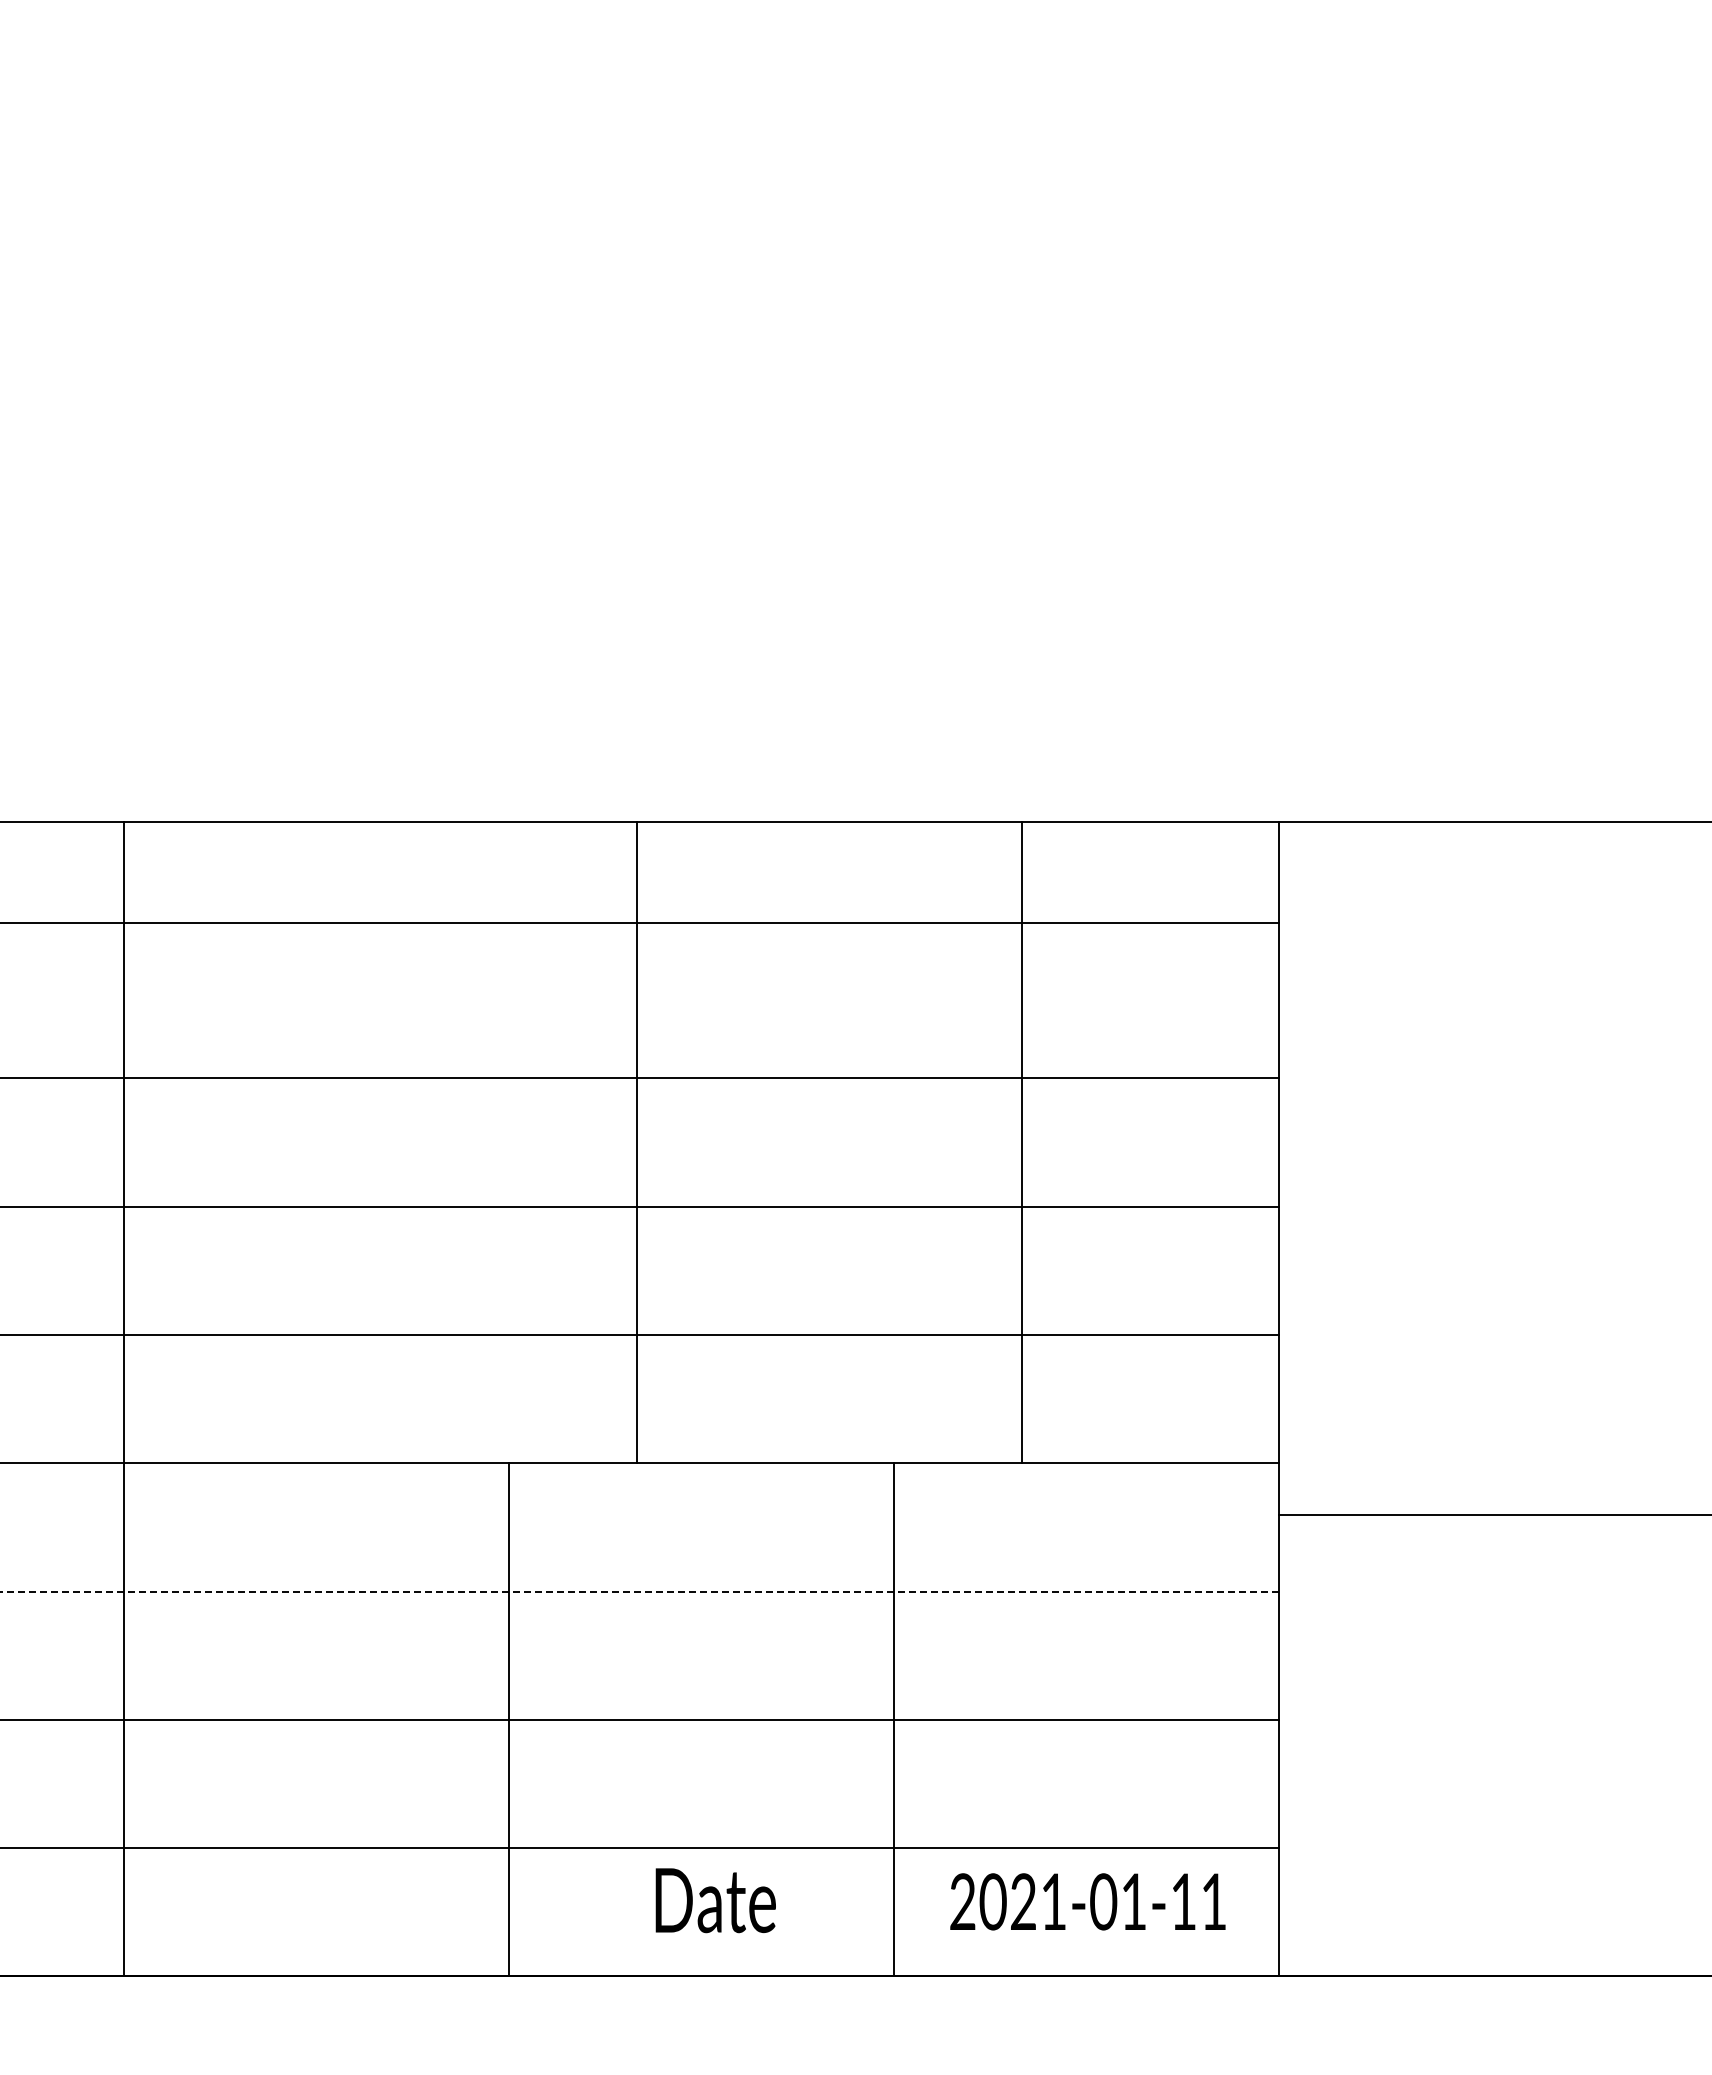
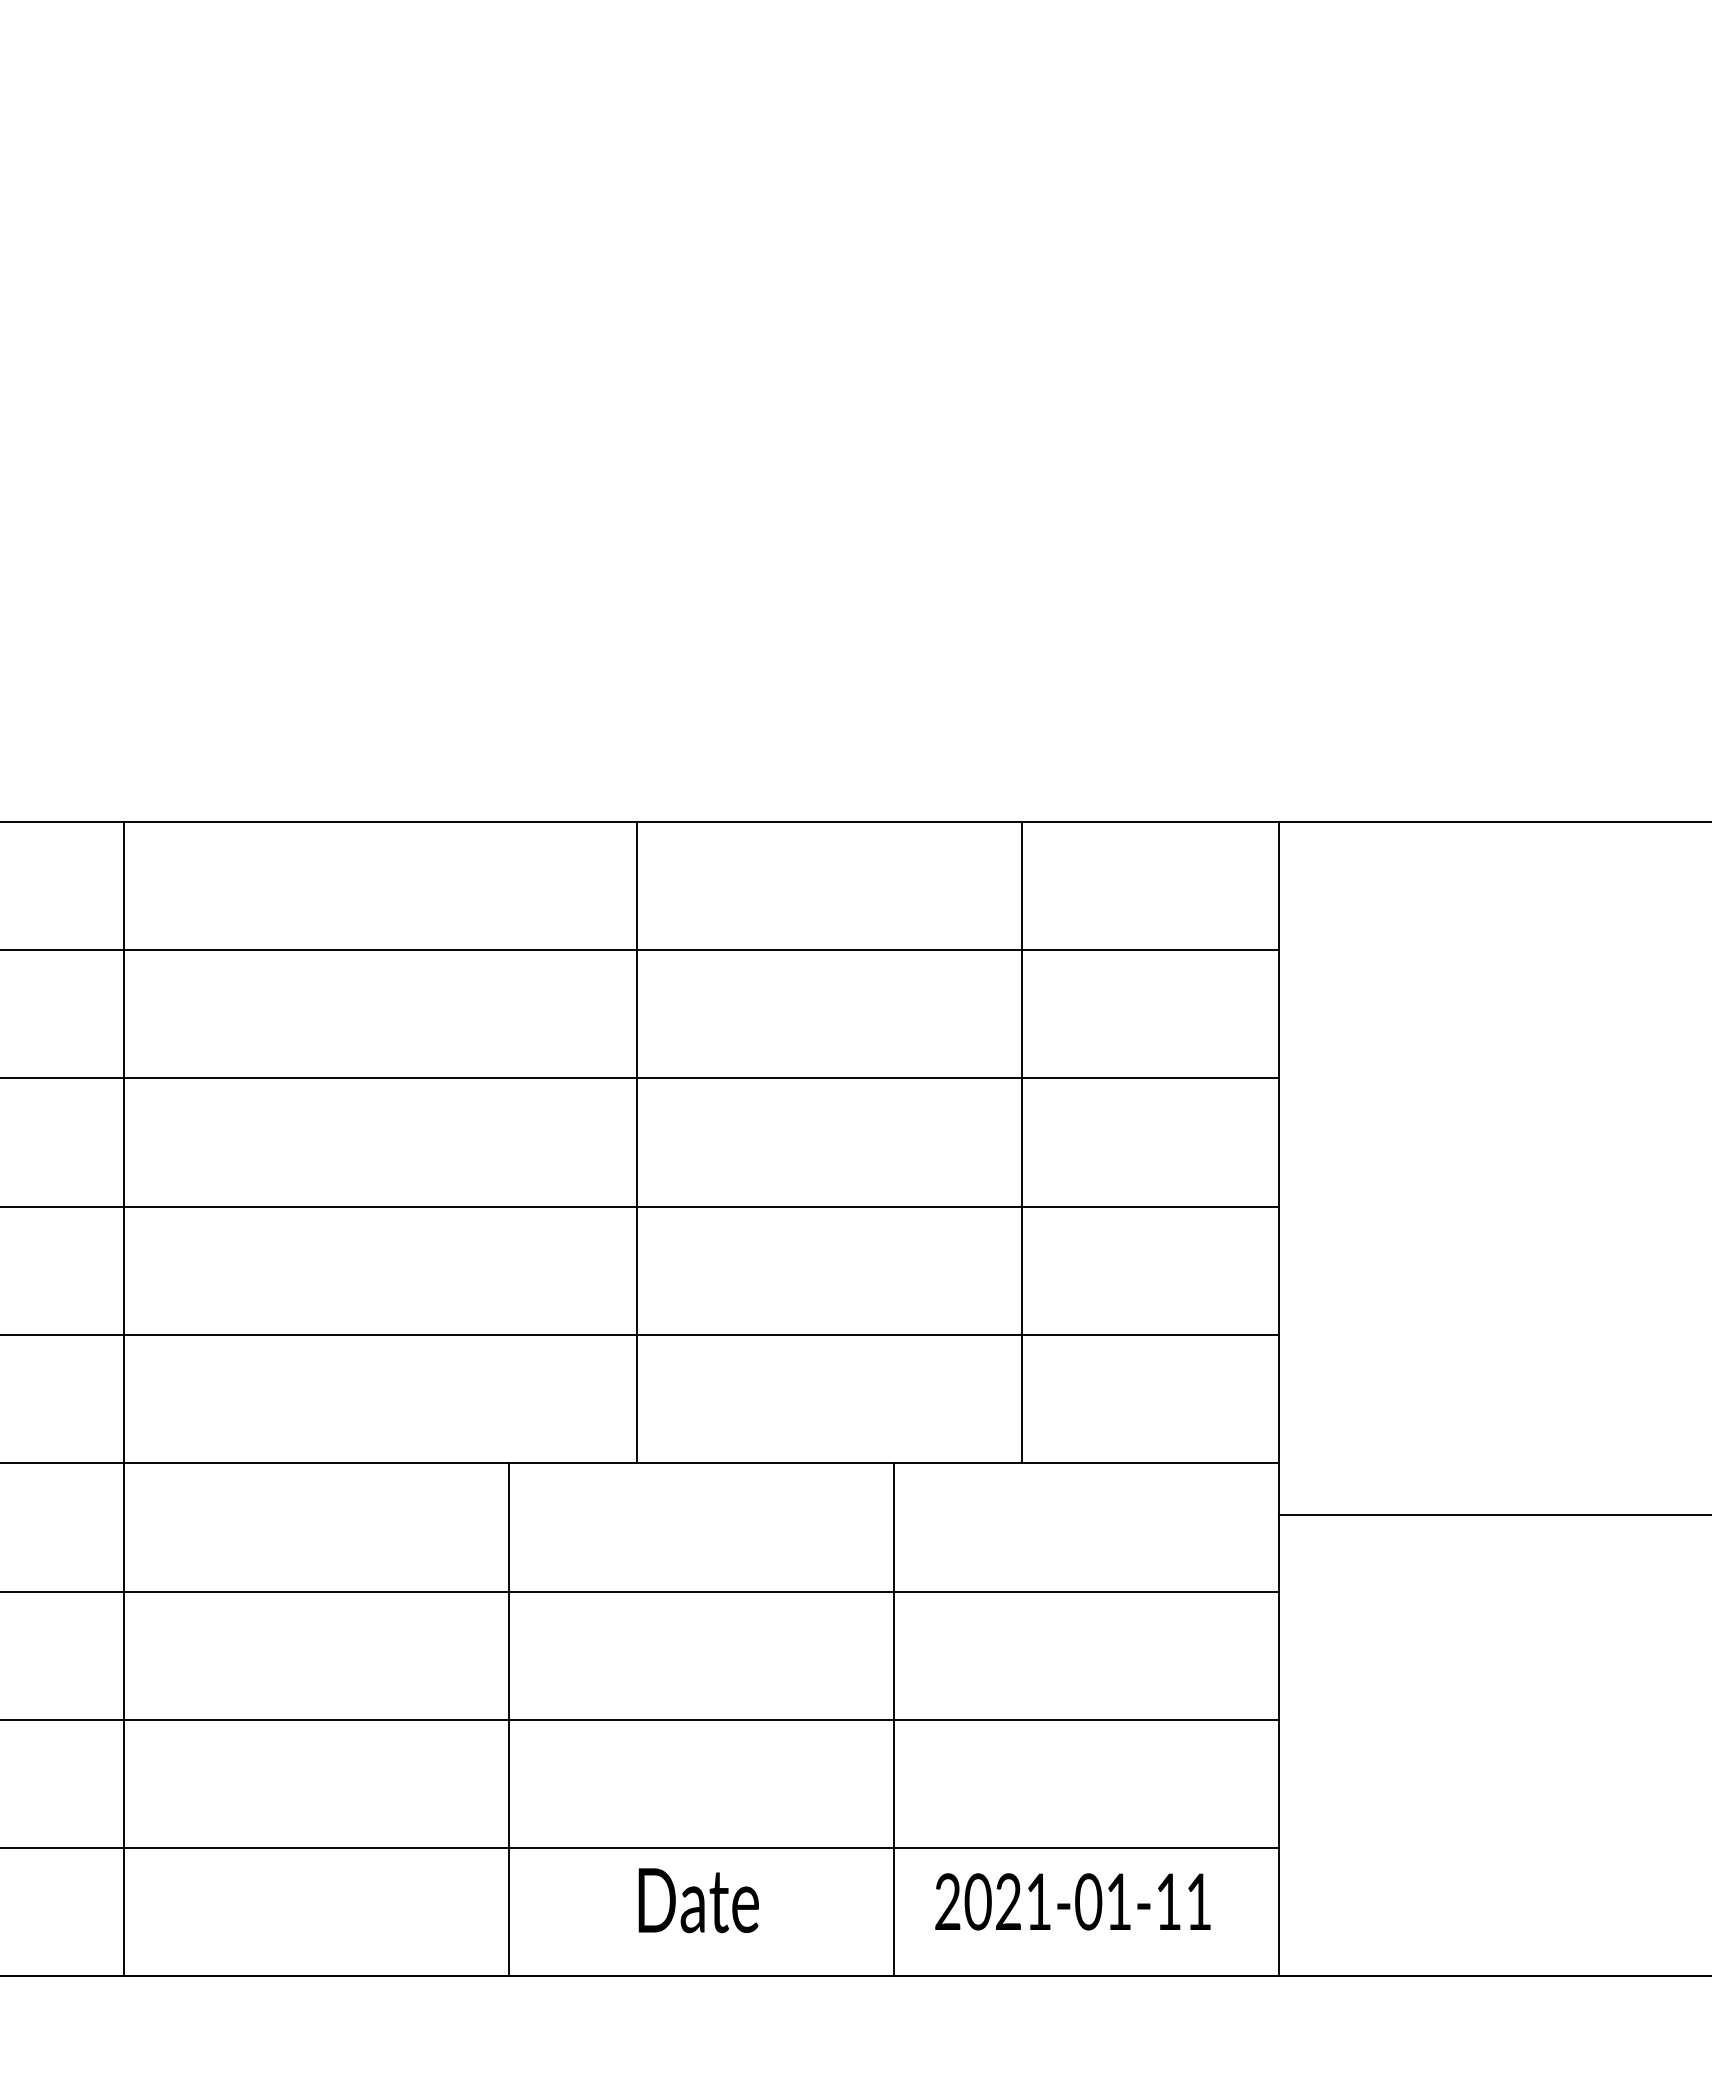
line at (640, 923) position: (640, 923) -> (640, 950)
line at (639, 1591): dashed -> solid
text at (715, 1900) position: (715, 1900) -> (698, 1900)
text at (1087, 1901) position: (1087, 1901) -> (1072, 1901)
